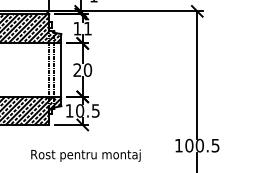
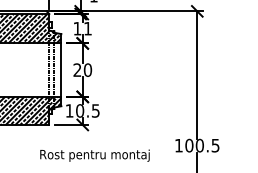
text at (85, 155) position: (85, 155) -> (94, 155)
